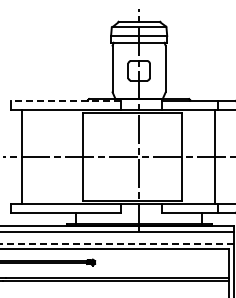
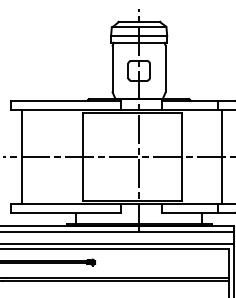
line at (65, 100): dashed -> solid
line at (214, 156) position: (214, 156) -> (221, 156)
line at (117, 244): dashed -> solid
